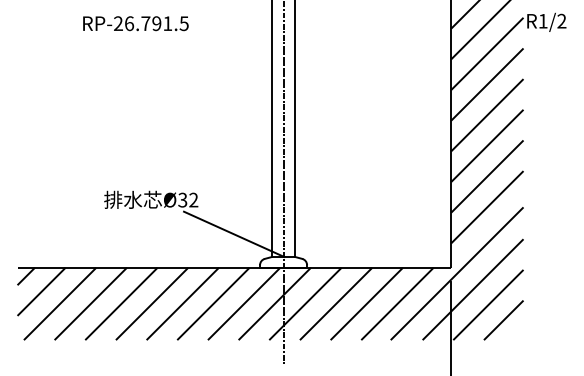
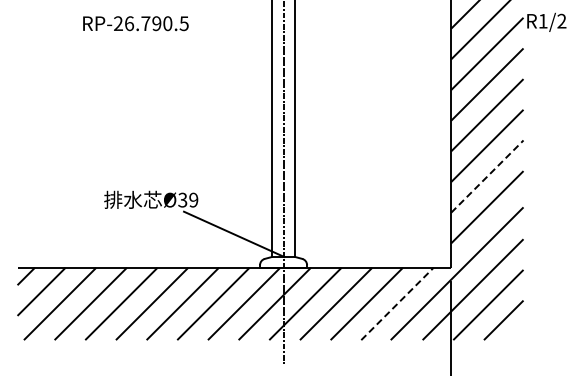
text at (167, 23): RP-26.791.5 -> RP-26.790.5
line at (487, 176): solid -> dashed
text at (193, 200): Ø32 -> Ø39
line at (397, 303): solid -> dashed
